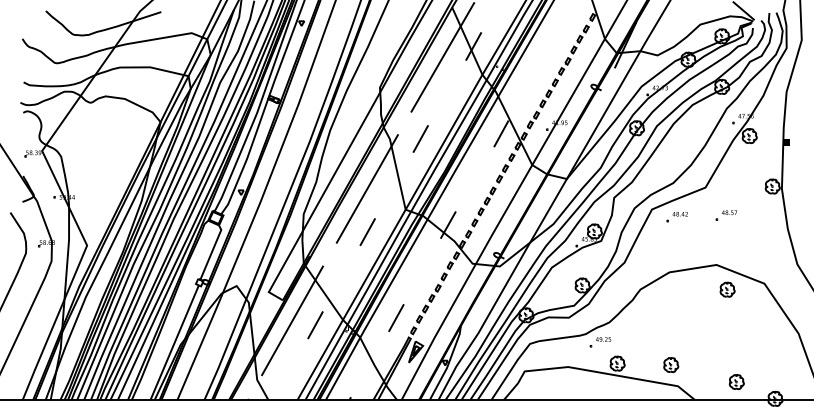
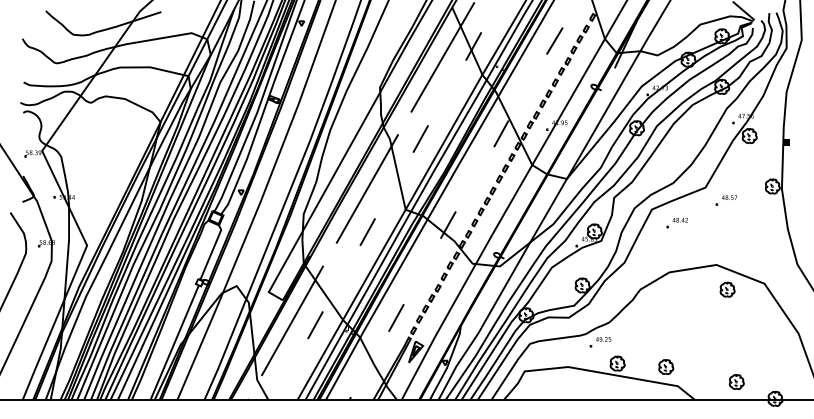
line at (554, 40): none -> present
part at (725, 215) position: (725, 215) -> (725, 200)
part at (676, 217) position: (676, 217) -> (676, 223)
part at (671, 364) position: (671, 364) -> (666, 366)
